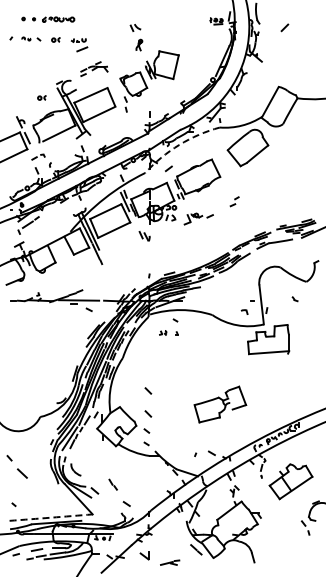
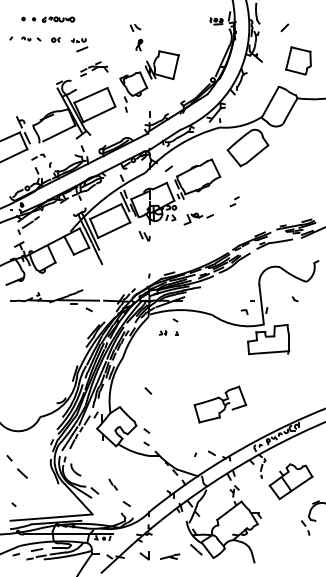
part at (298, 60): none -> present
part at (41, 97): present -> none
arc at (179, 145): dashed -> solid
line at (148, 413): present -> none
arc at (51, 517): dashed -> solid
part at (170, 562) position: (170, 562) -> (170, 556)
